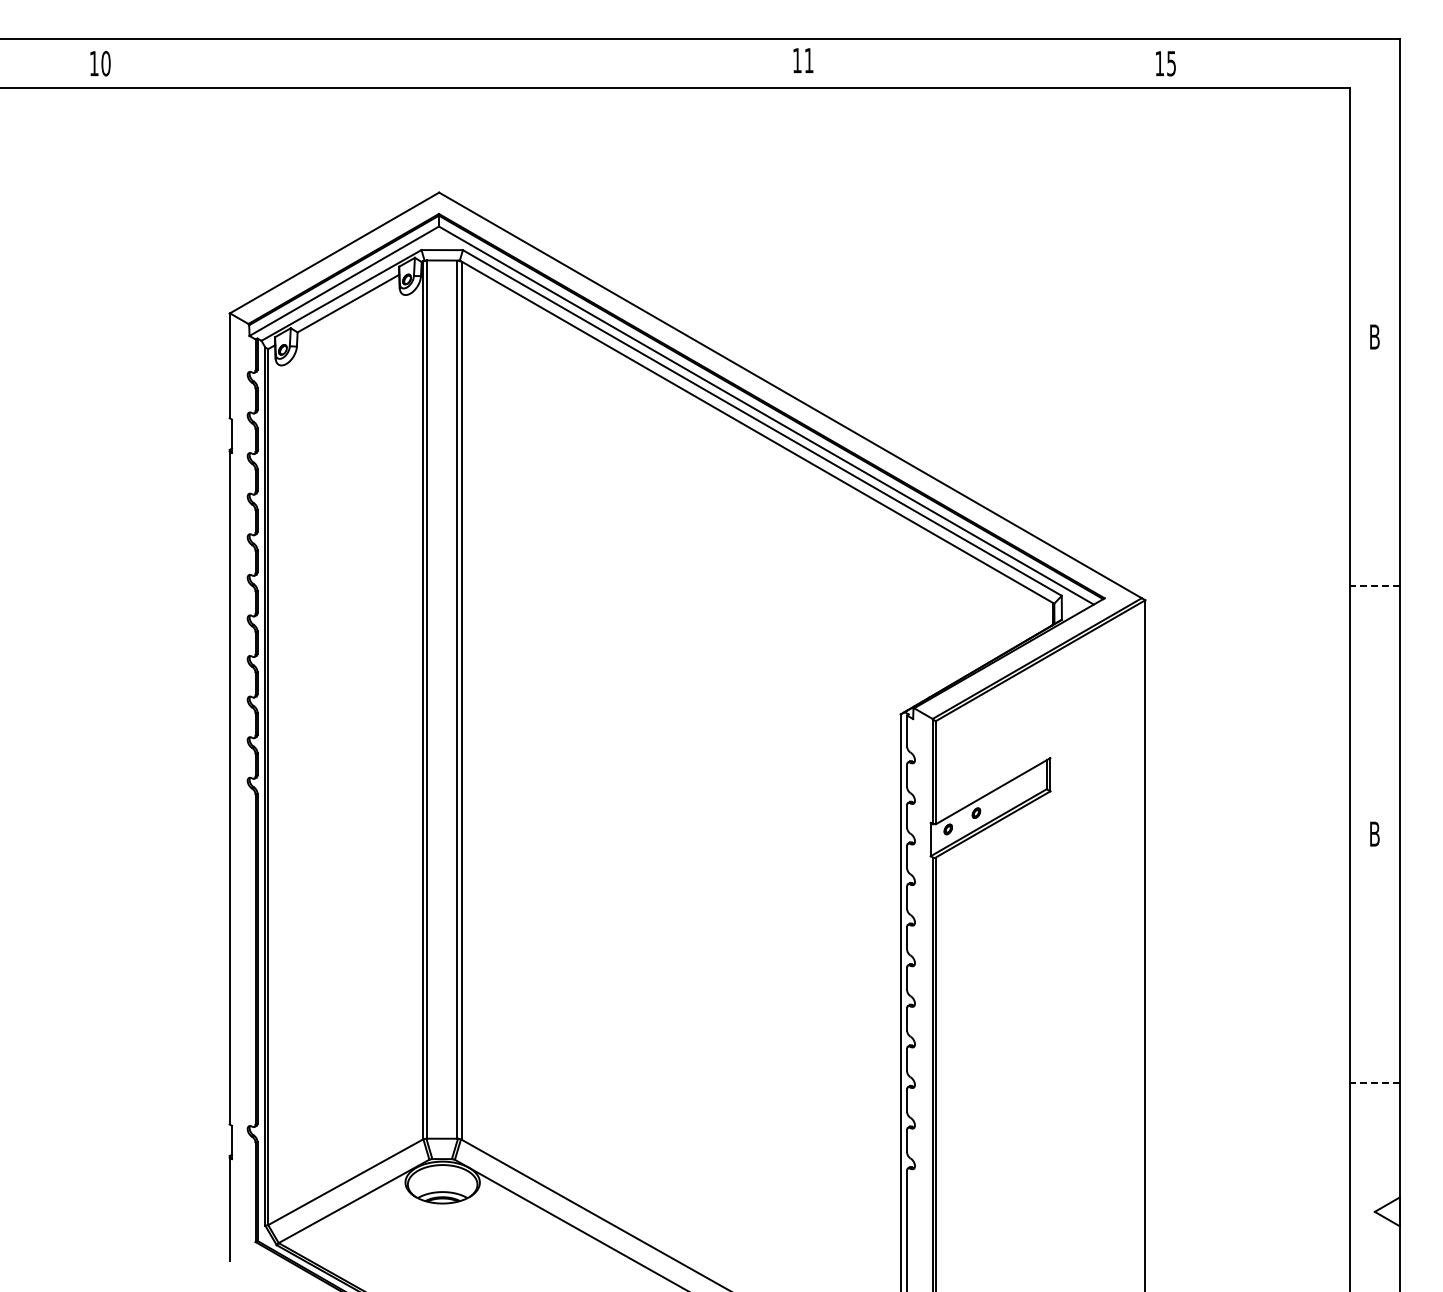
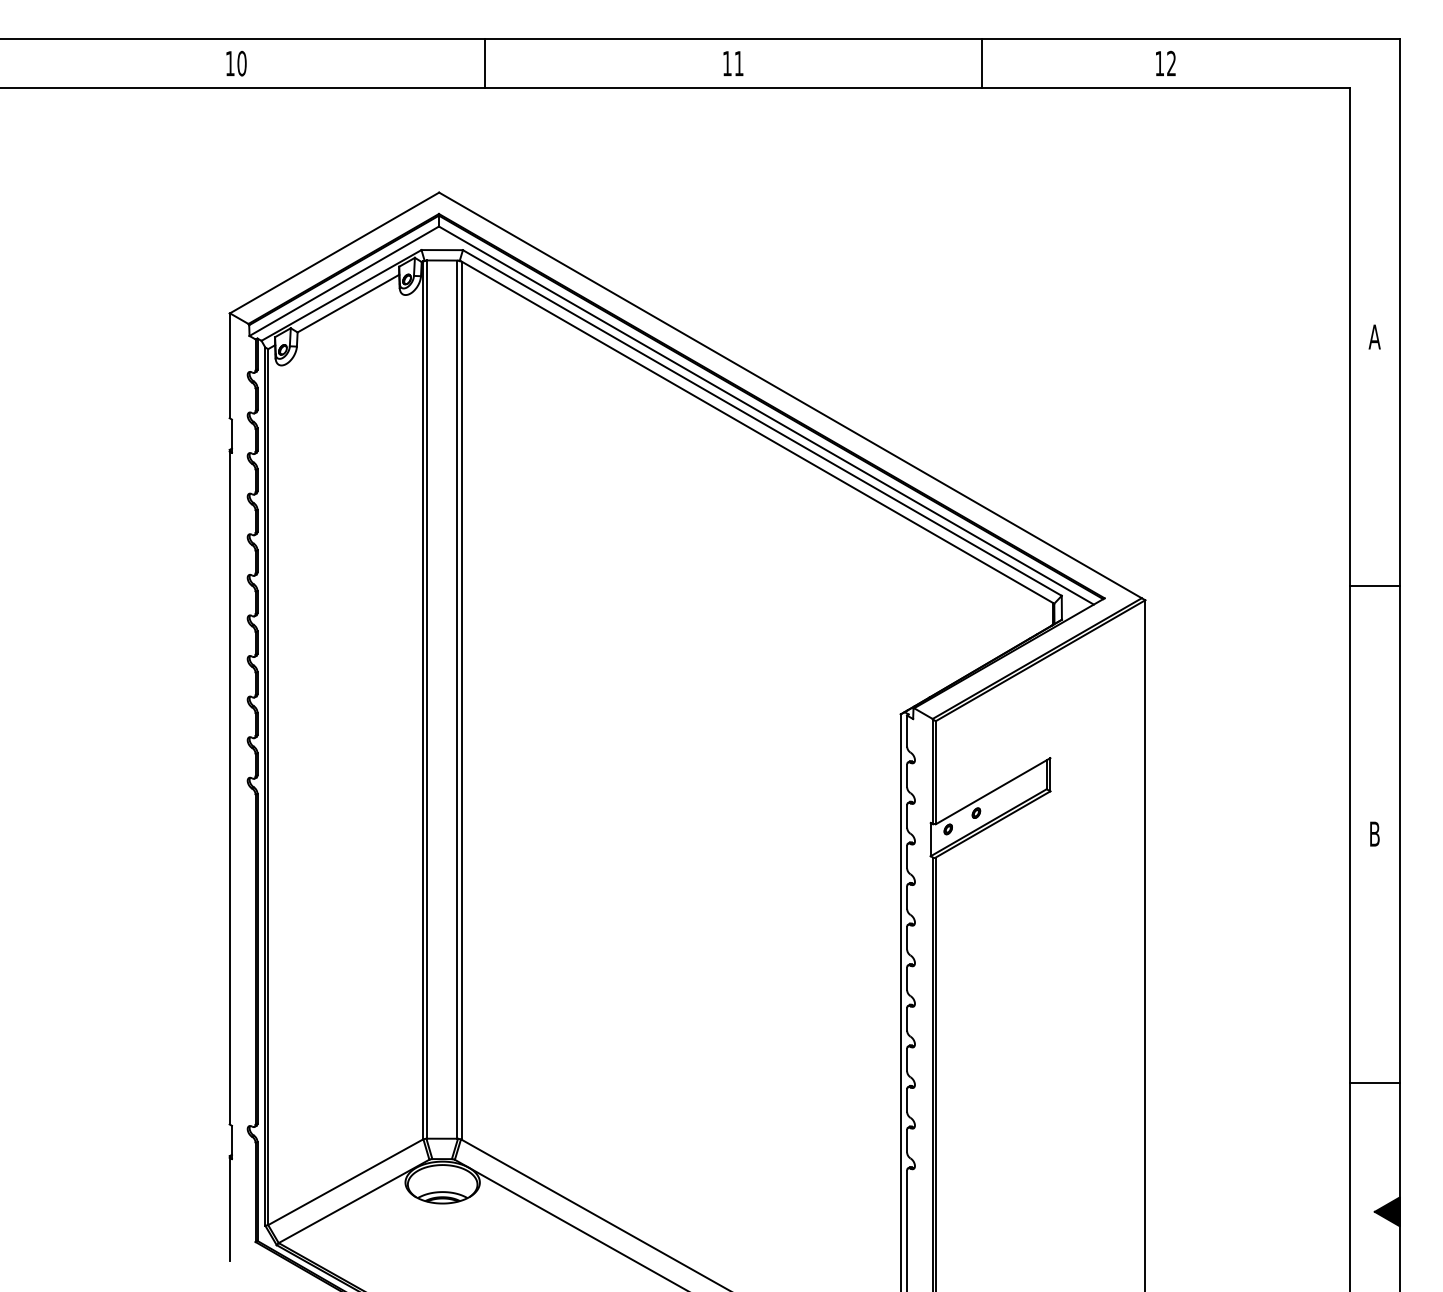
text at (803, 60) position: (803, 60) -> (733, 63)
text at (100, 63) position: (100, 63) -> (236, 63)
line at (485, 63): none -> present
line at (982, 63): none -> present
text at (1171, 63): 15 -> 12
text at (1374, 336): B -> A
line at (1374, 585): dashed -> solid
line at (1374, 1082): dashed -> solid
fill at (1386, 1211): none -> present
